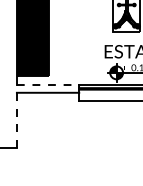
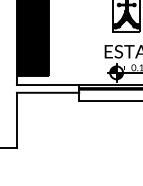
line at (48, 85): dashed -> solid
line at (16, 119): dashed -> solid
